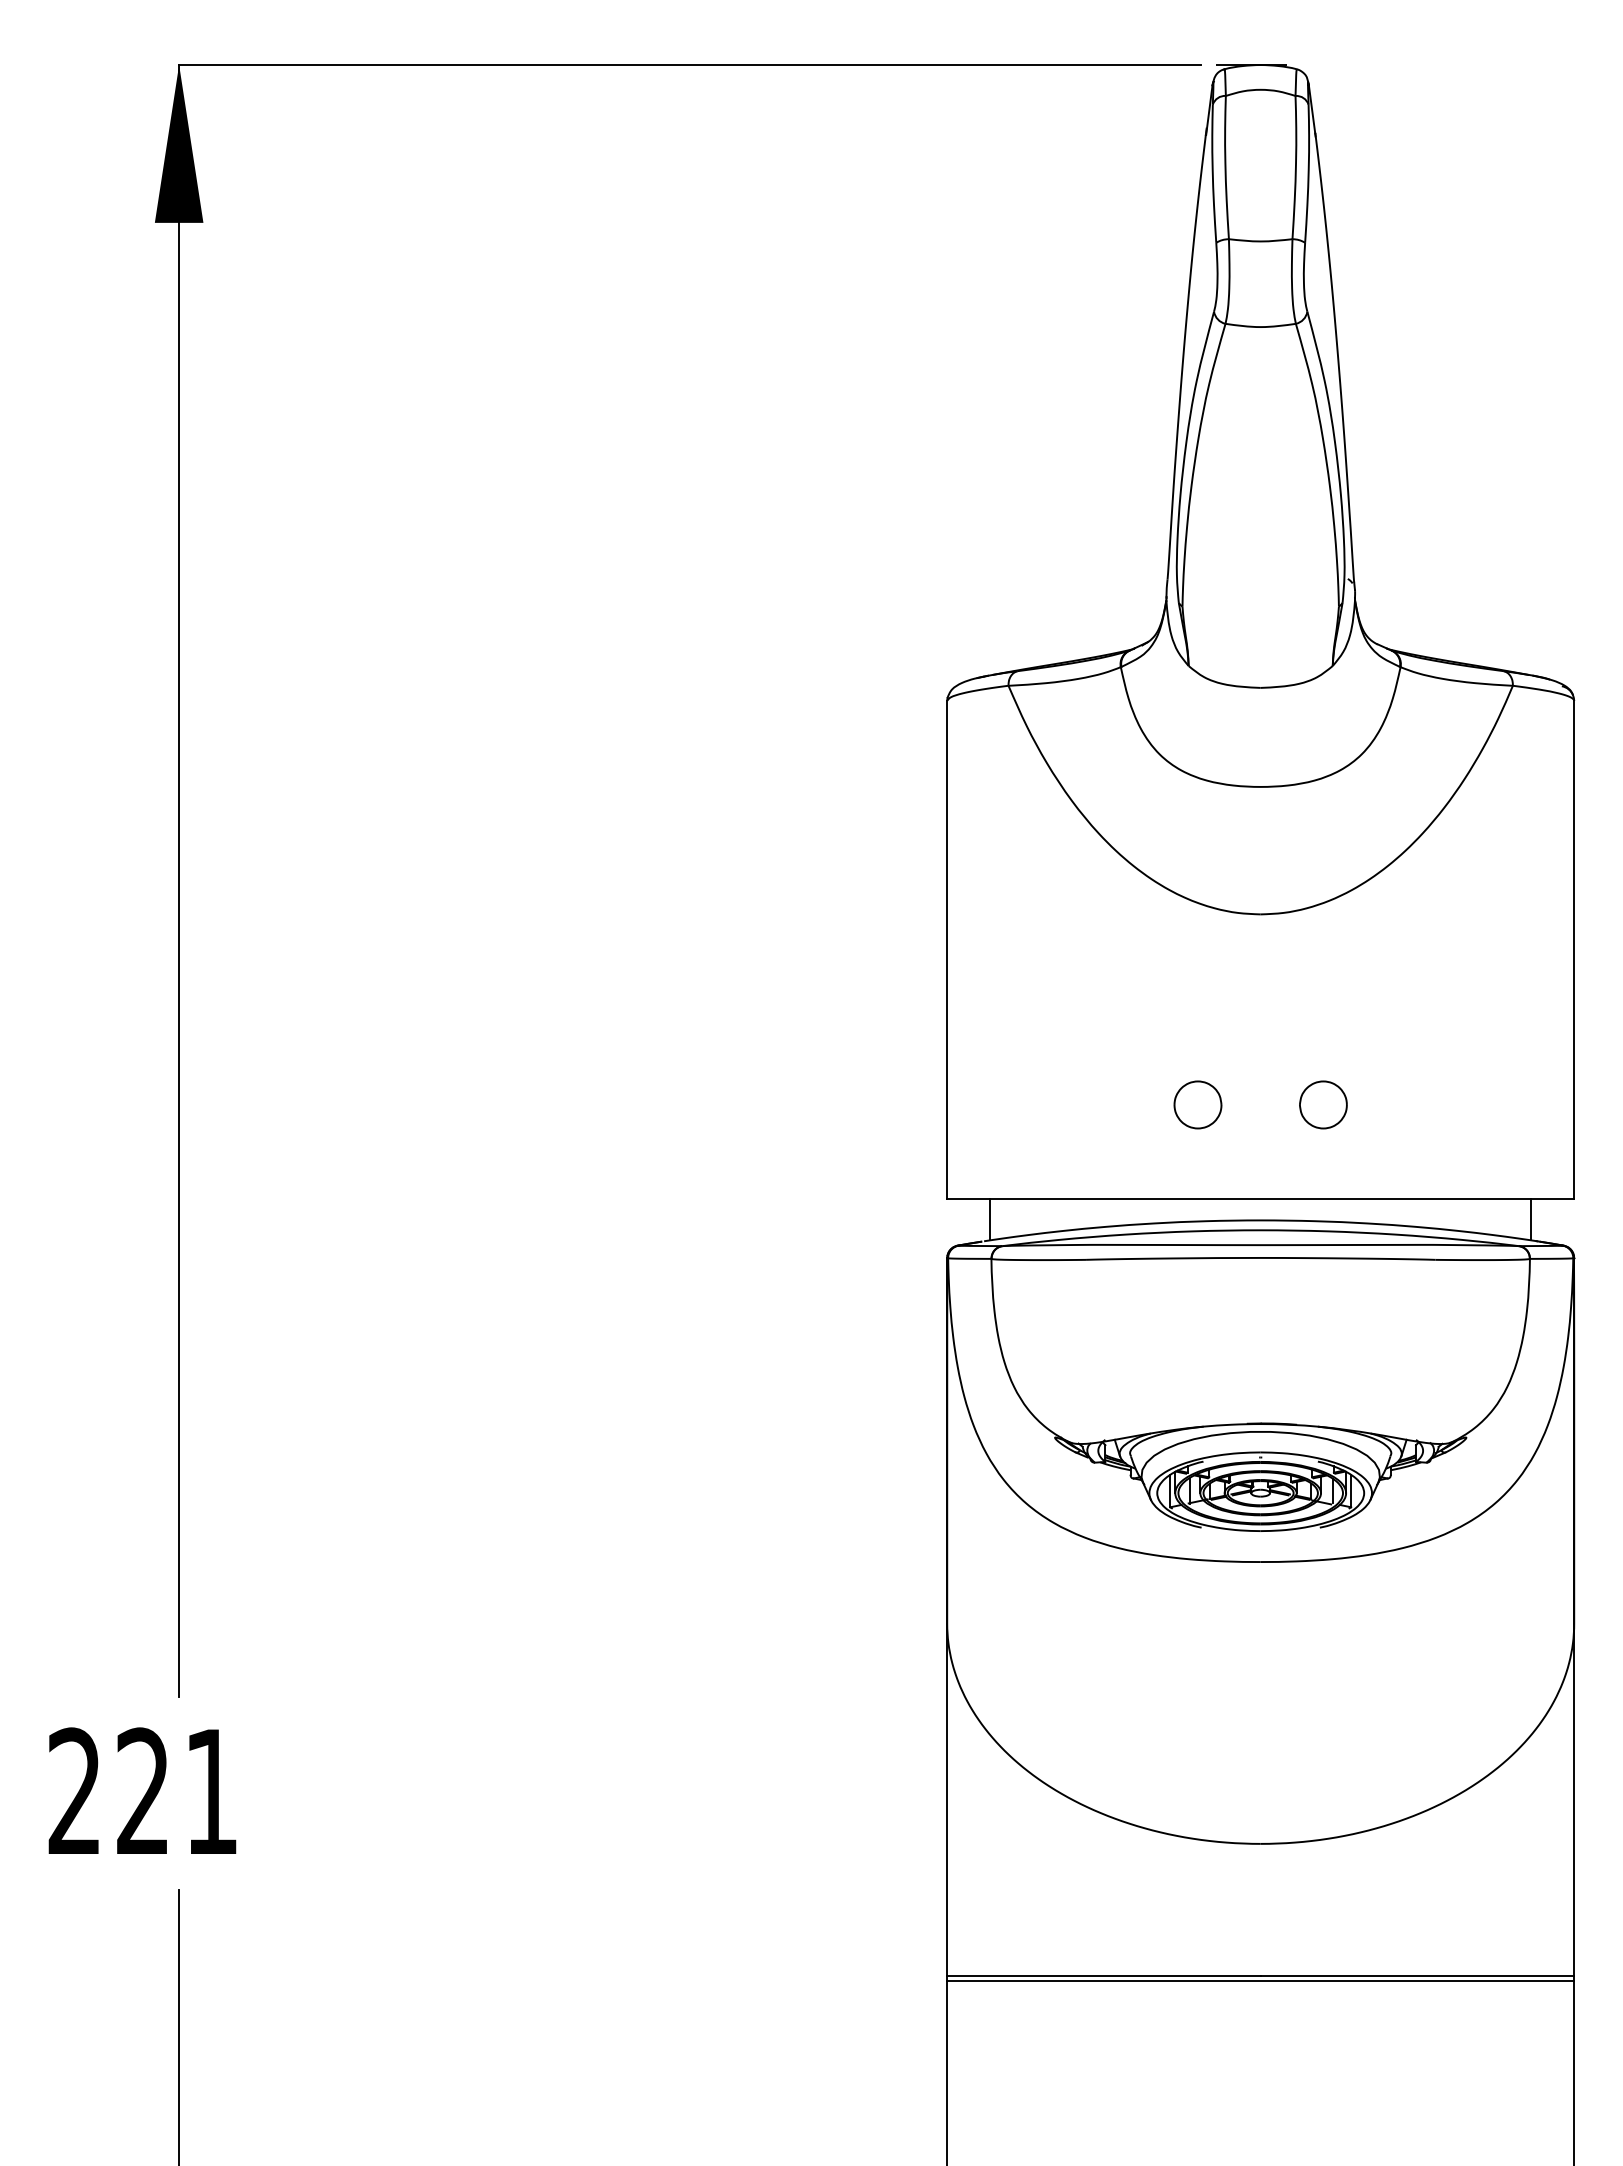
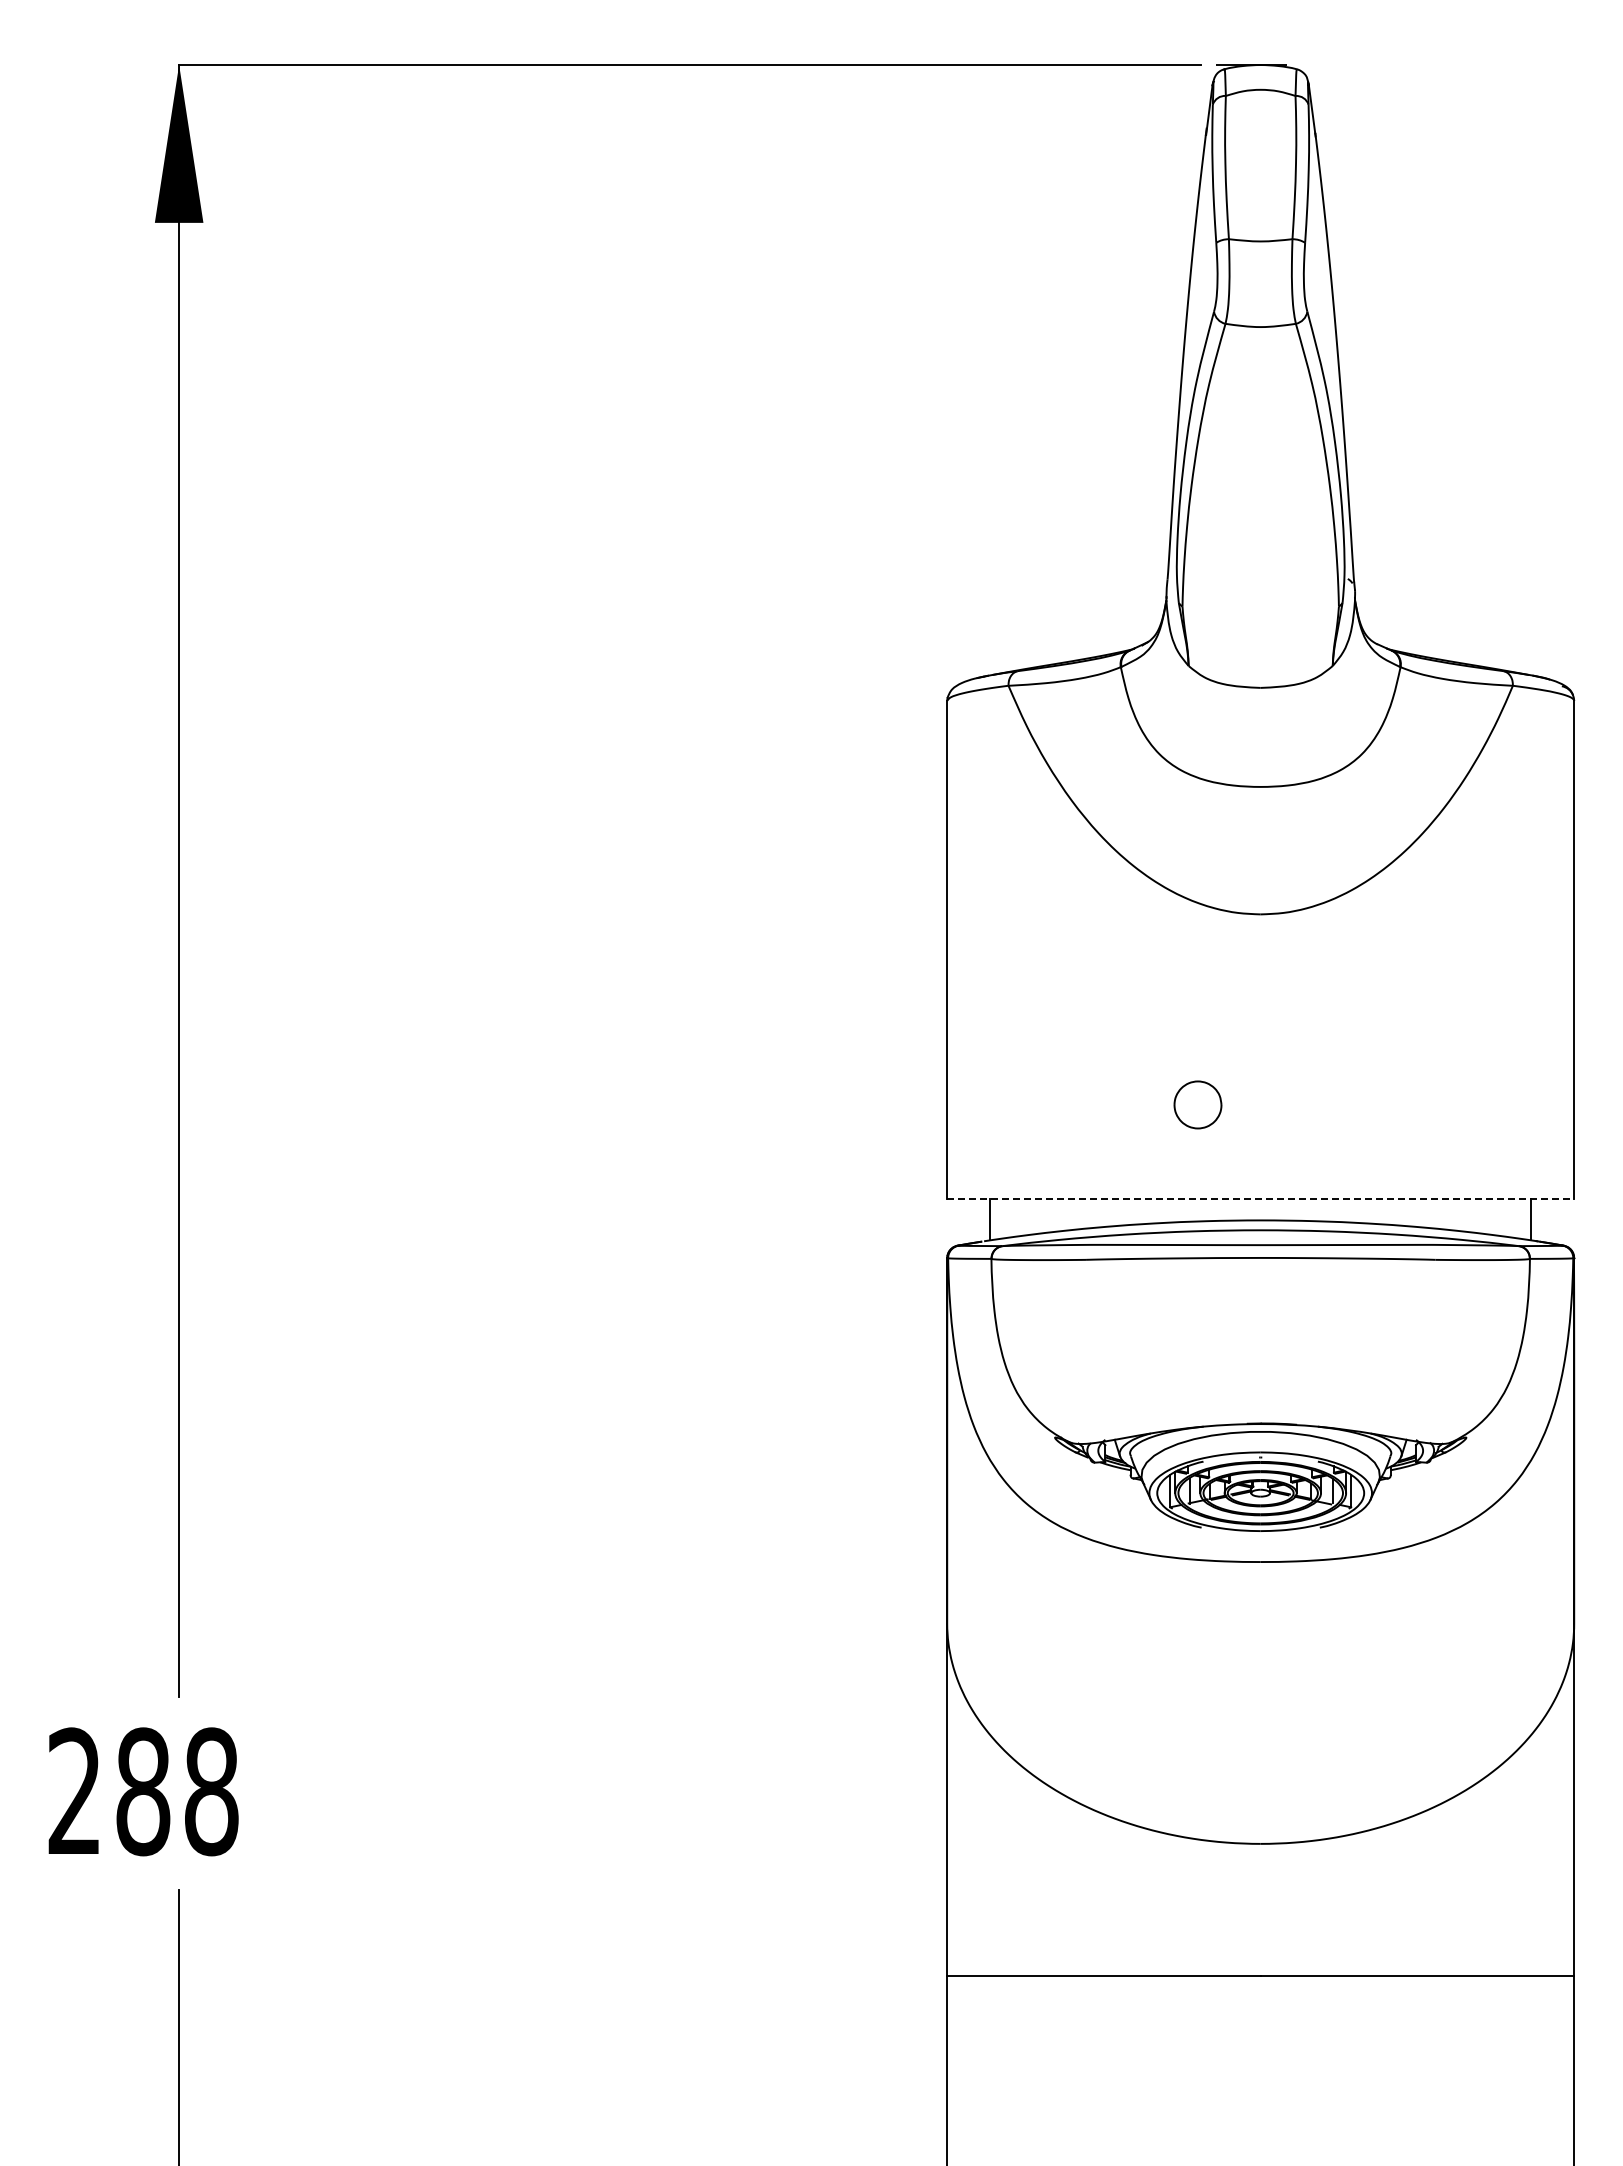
part at (1323, 1104): present -> none
line at (1261, 1199): solid -> dashed
text at (177, 1791): 221 -> 288
line at (1260, 1981): present -> none
